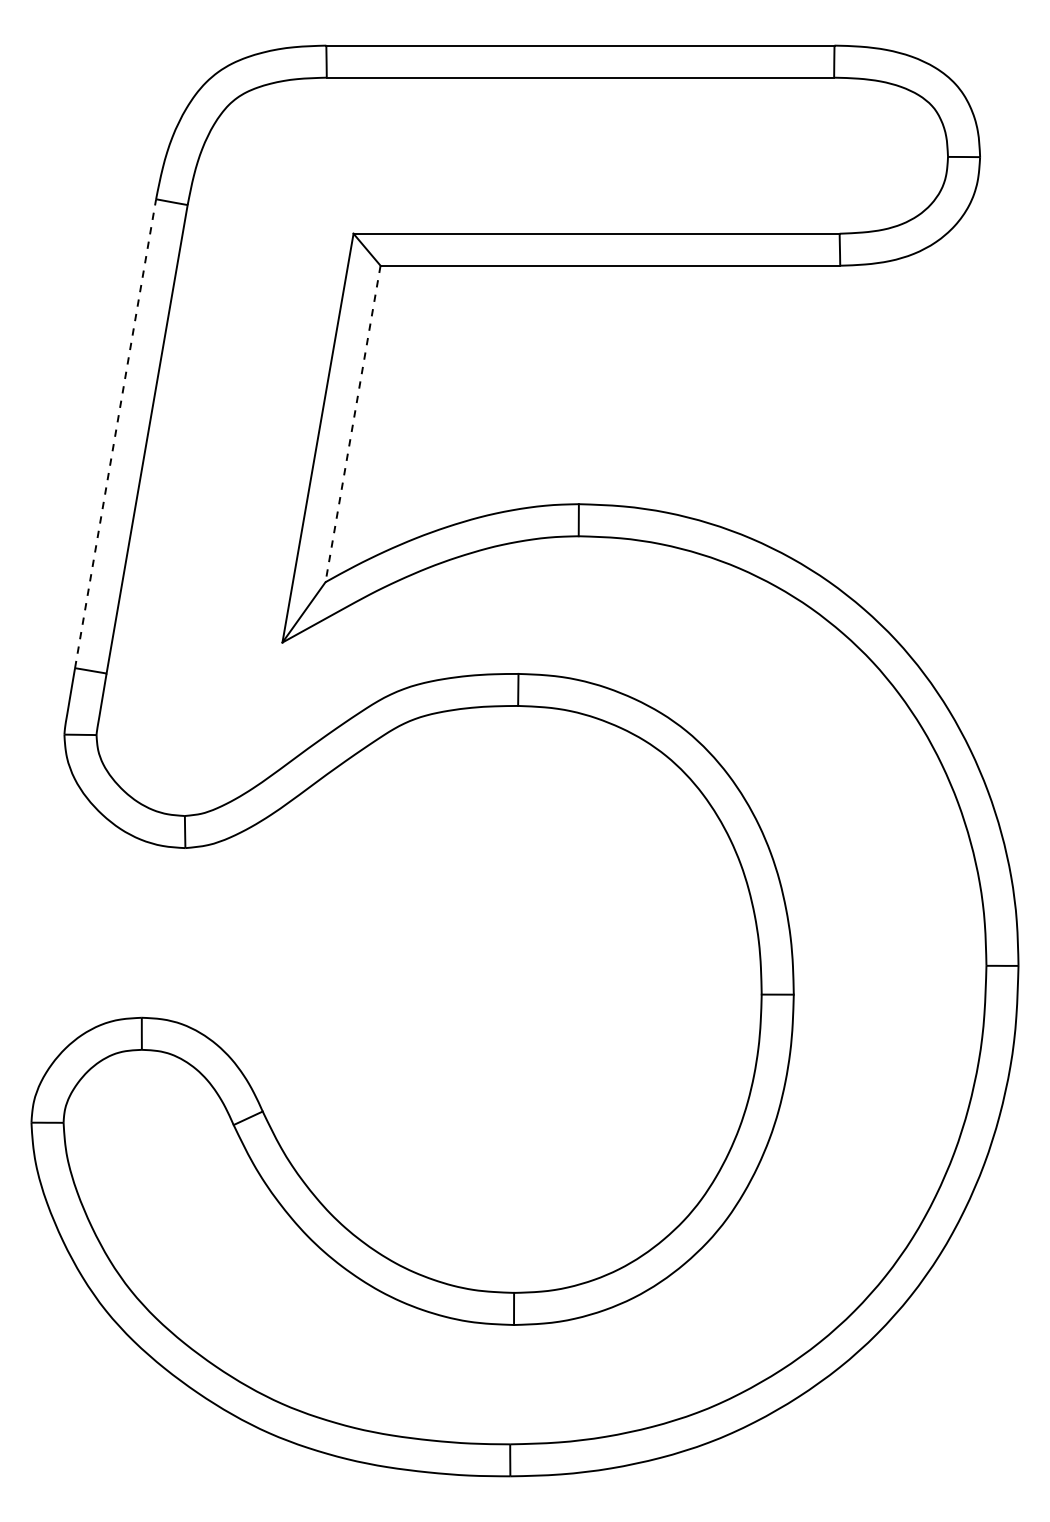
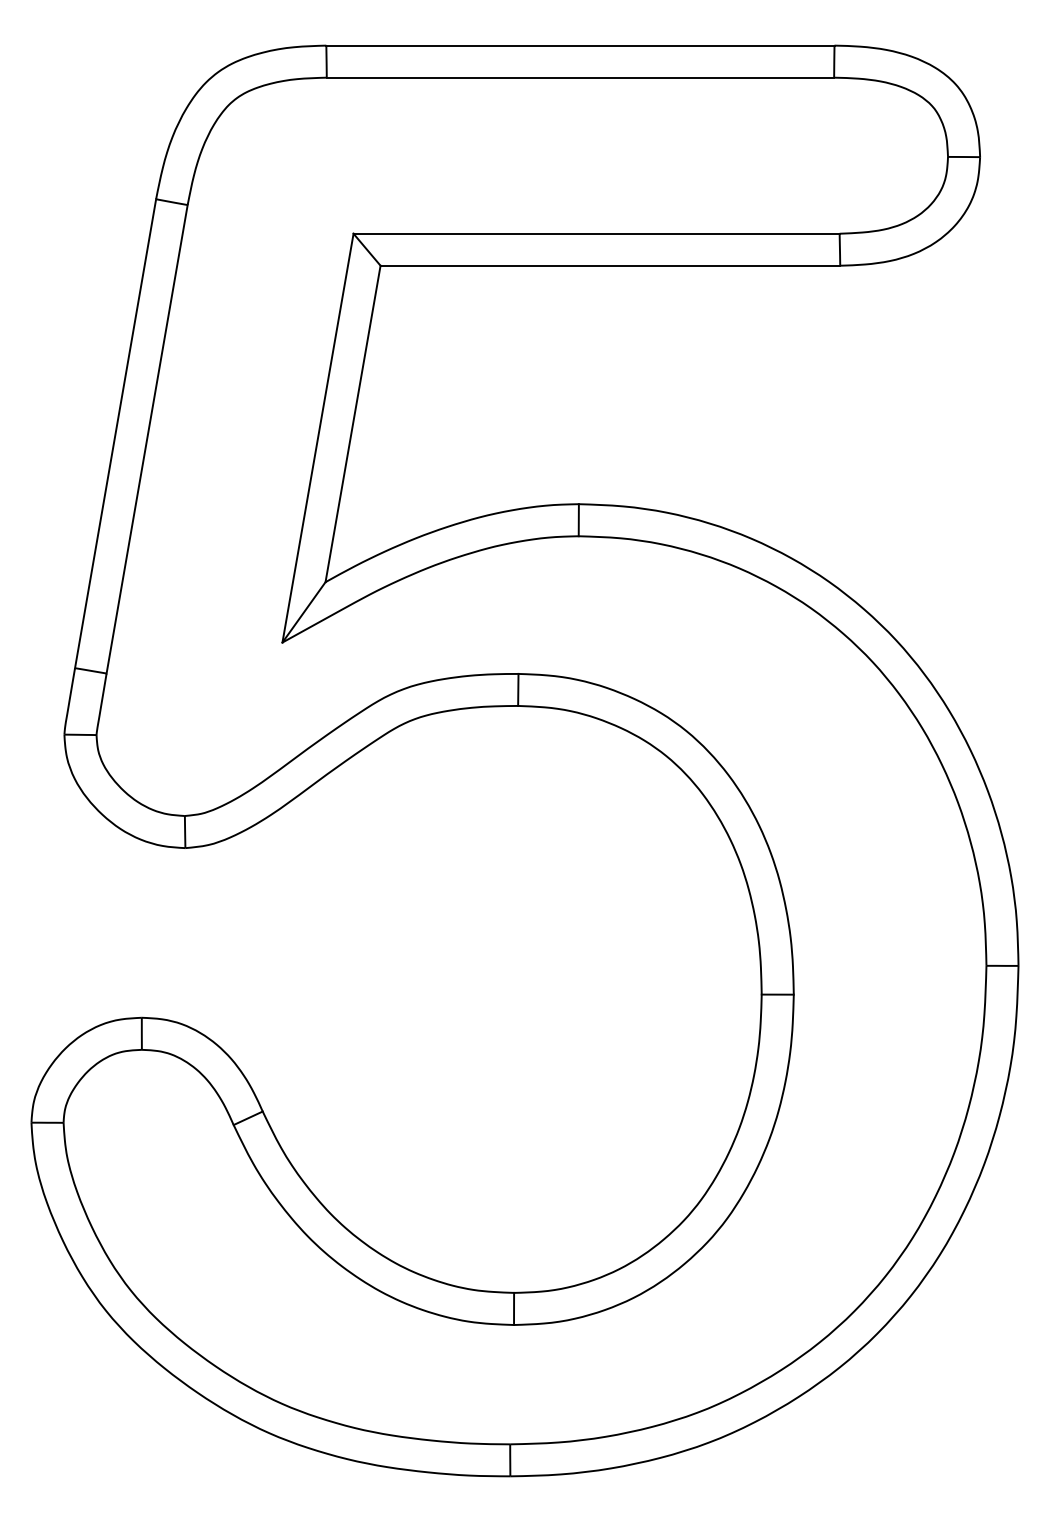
line at (353, 423): dashed -> solid
line at (115, 433): dashed -> solid
